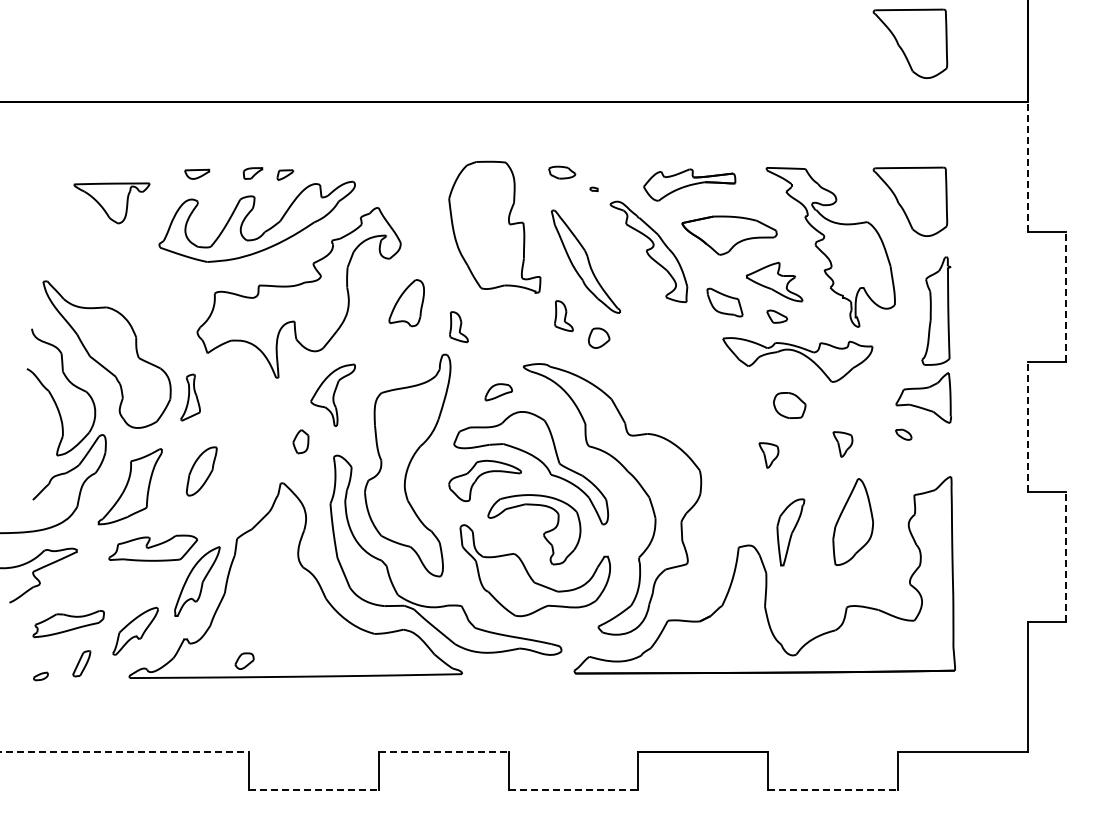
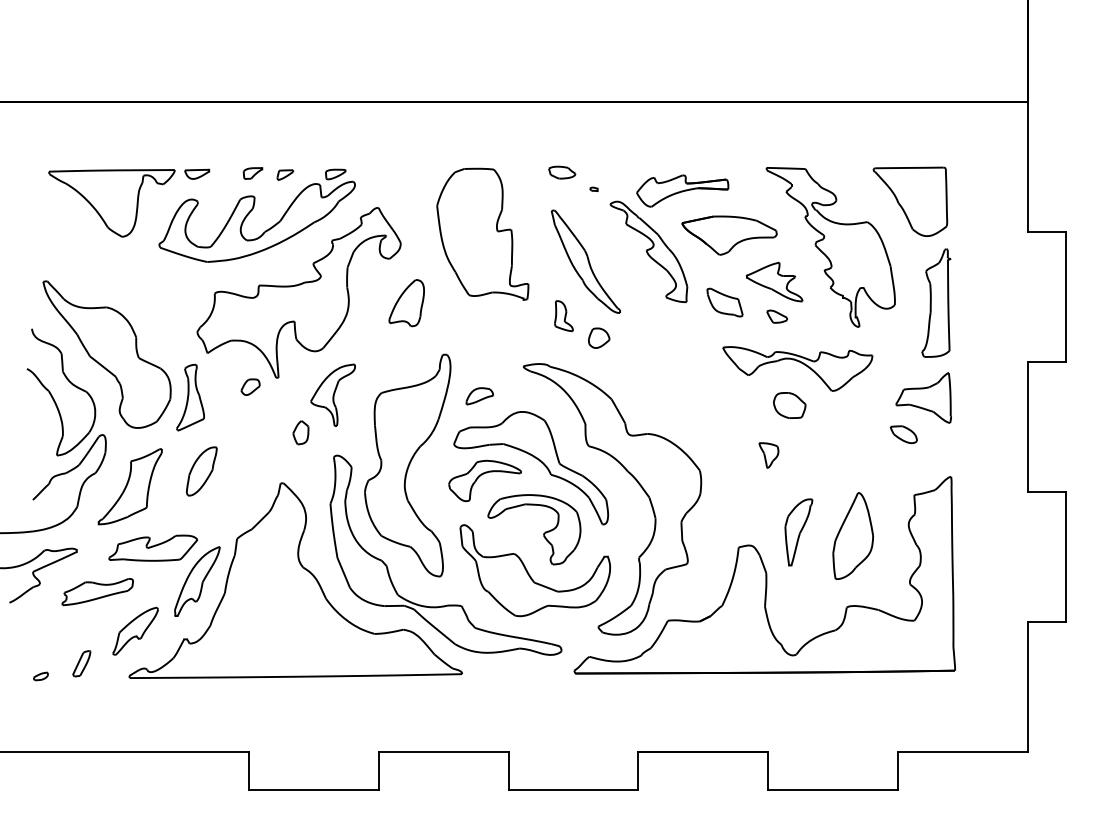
part at (910, 43): present -> none
line at (1028, 166): dashed -> solid
part at (335, 174): none -> present
part at (689, 184) position: (689, 184) -> (682, 190)
part at (111, 203) size: 78x43 px -> 128x69 px
part at (494, 226) position: (494, 226) -> (482, 233)
line at (1066, 296): dashed -> solid
part at (936, 310) position: (936, 310) -> (936, 302)
part at (458, 327): present -> none
part at (798, 353) position: (798, 353) -> (798, 362)
part at (498, 392) position: (498, 392) -> (479, 396)
part at (190, 397) size: 21x49 px -> 29x69 px
line at (1028, 426): dashed -> solid
part at (903, 434) size: 18x13 px -> 29x20 px
part at (300, 441) position: (300, 441) -> (300, 432)
part at (842, 444): present -> none
part at (852, 521) position: (852, 521) -> (852, 535)
part at (790, 532) position: (790, 532) -> (798, 532)
line at (1066, 556): dashed -> solid
part at (68, 624) position: (68, 624) -> (97, 592)
part at (244, 660) position: (244, 660) -> (250, 386)
line at (124, 751): dashed -> solid
line at (443, 751): dashed -> solid
line at (313, 789): dashed -> solid
line at (573, 789): dashed -> solid
line at (833, 789): dashed -> solid
